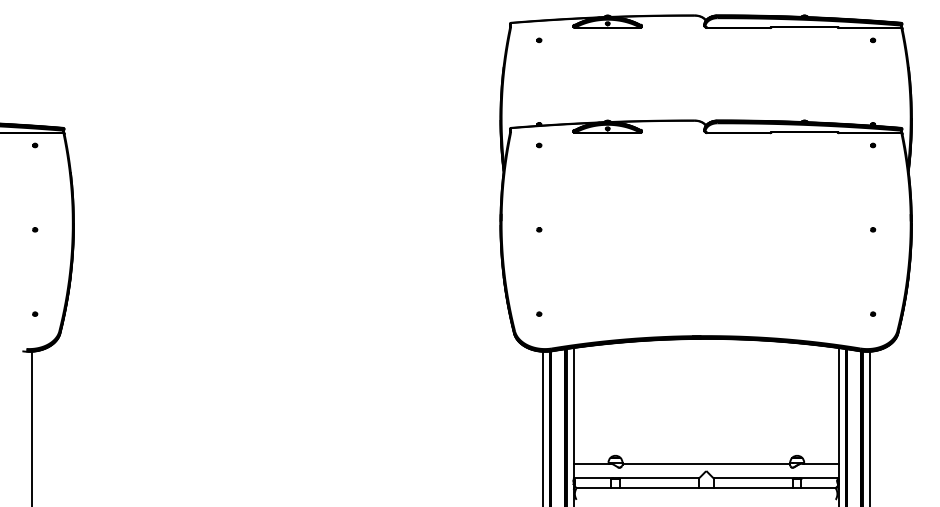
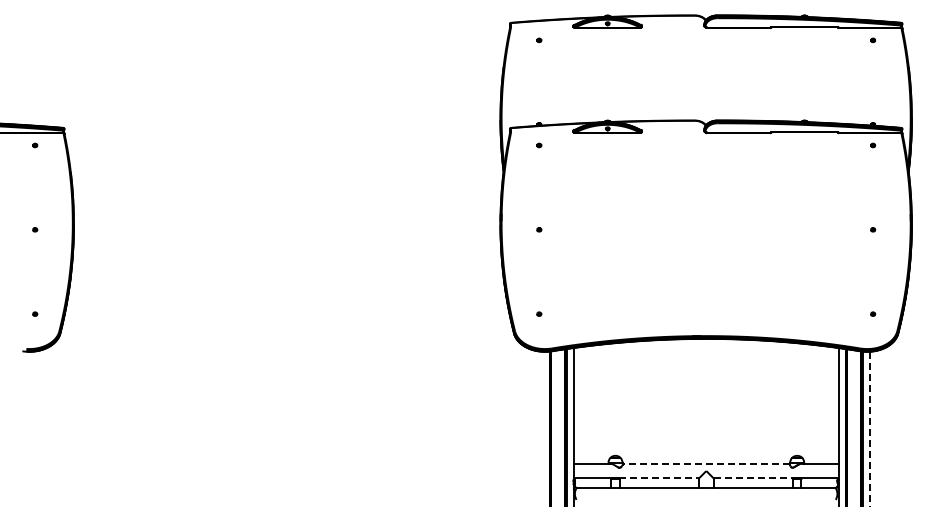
line at (31, 427): present -> none
line at (542, 427): present -> none
line at (869, 429): solid -> dashed
line at (706, 463): solid -> dashed
line at (658, 478): solid -> dashed
line at (753, 478): solid -> dashed
